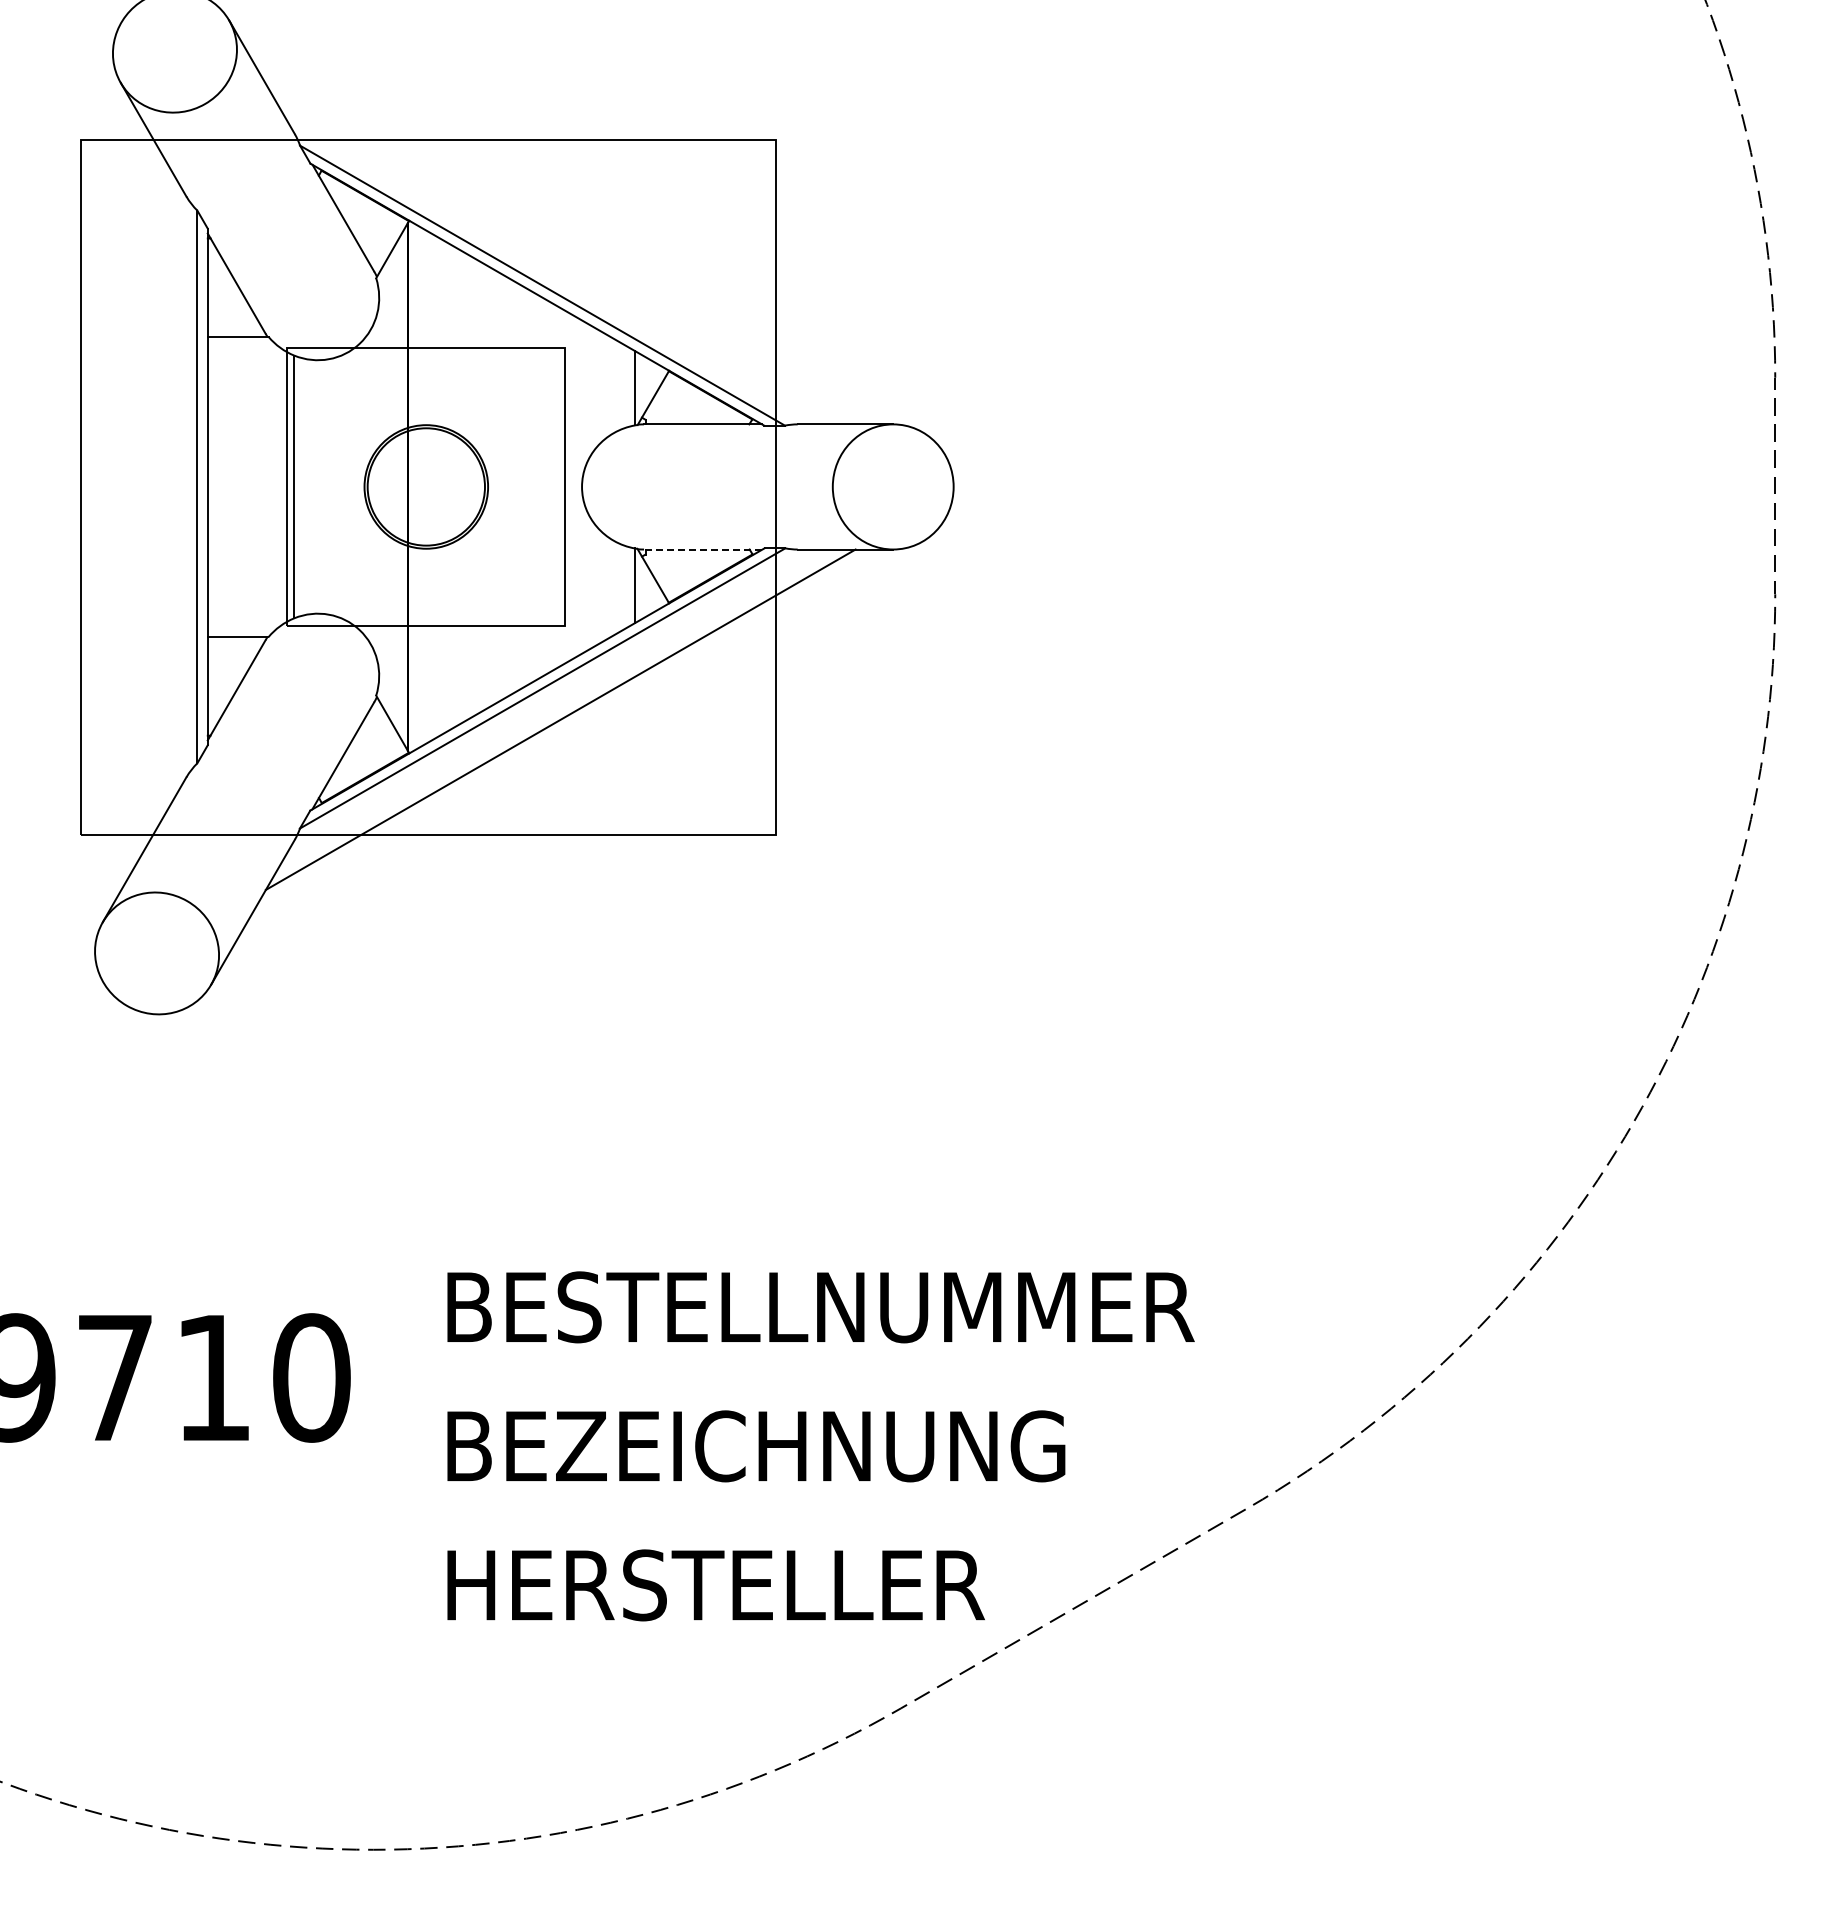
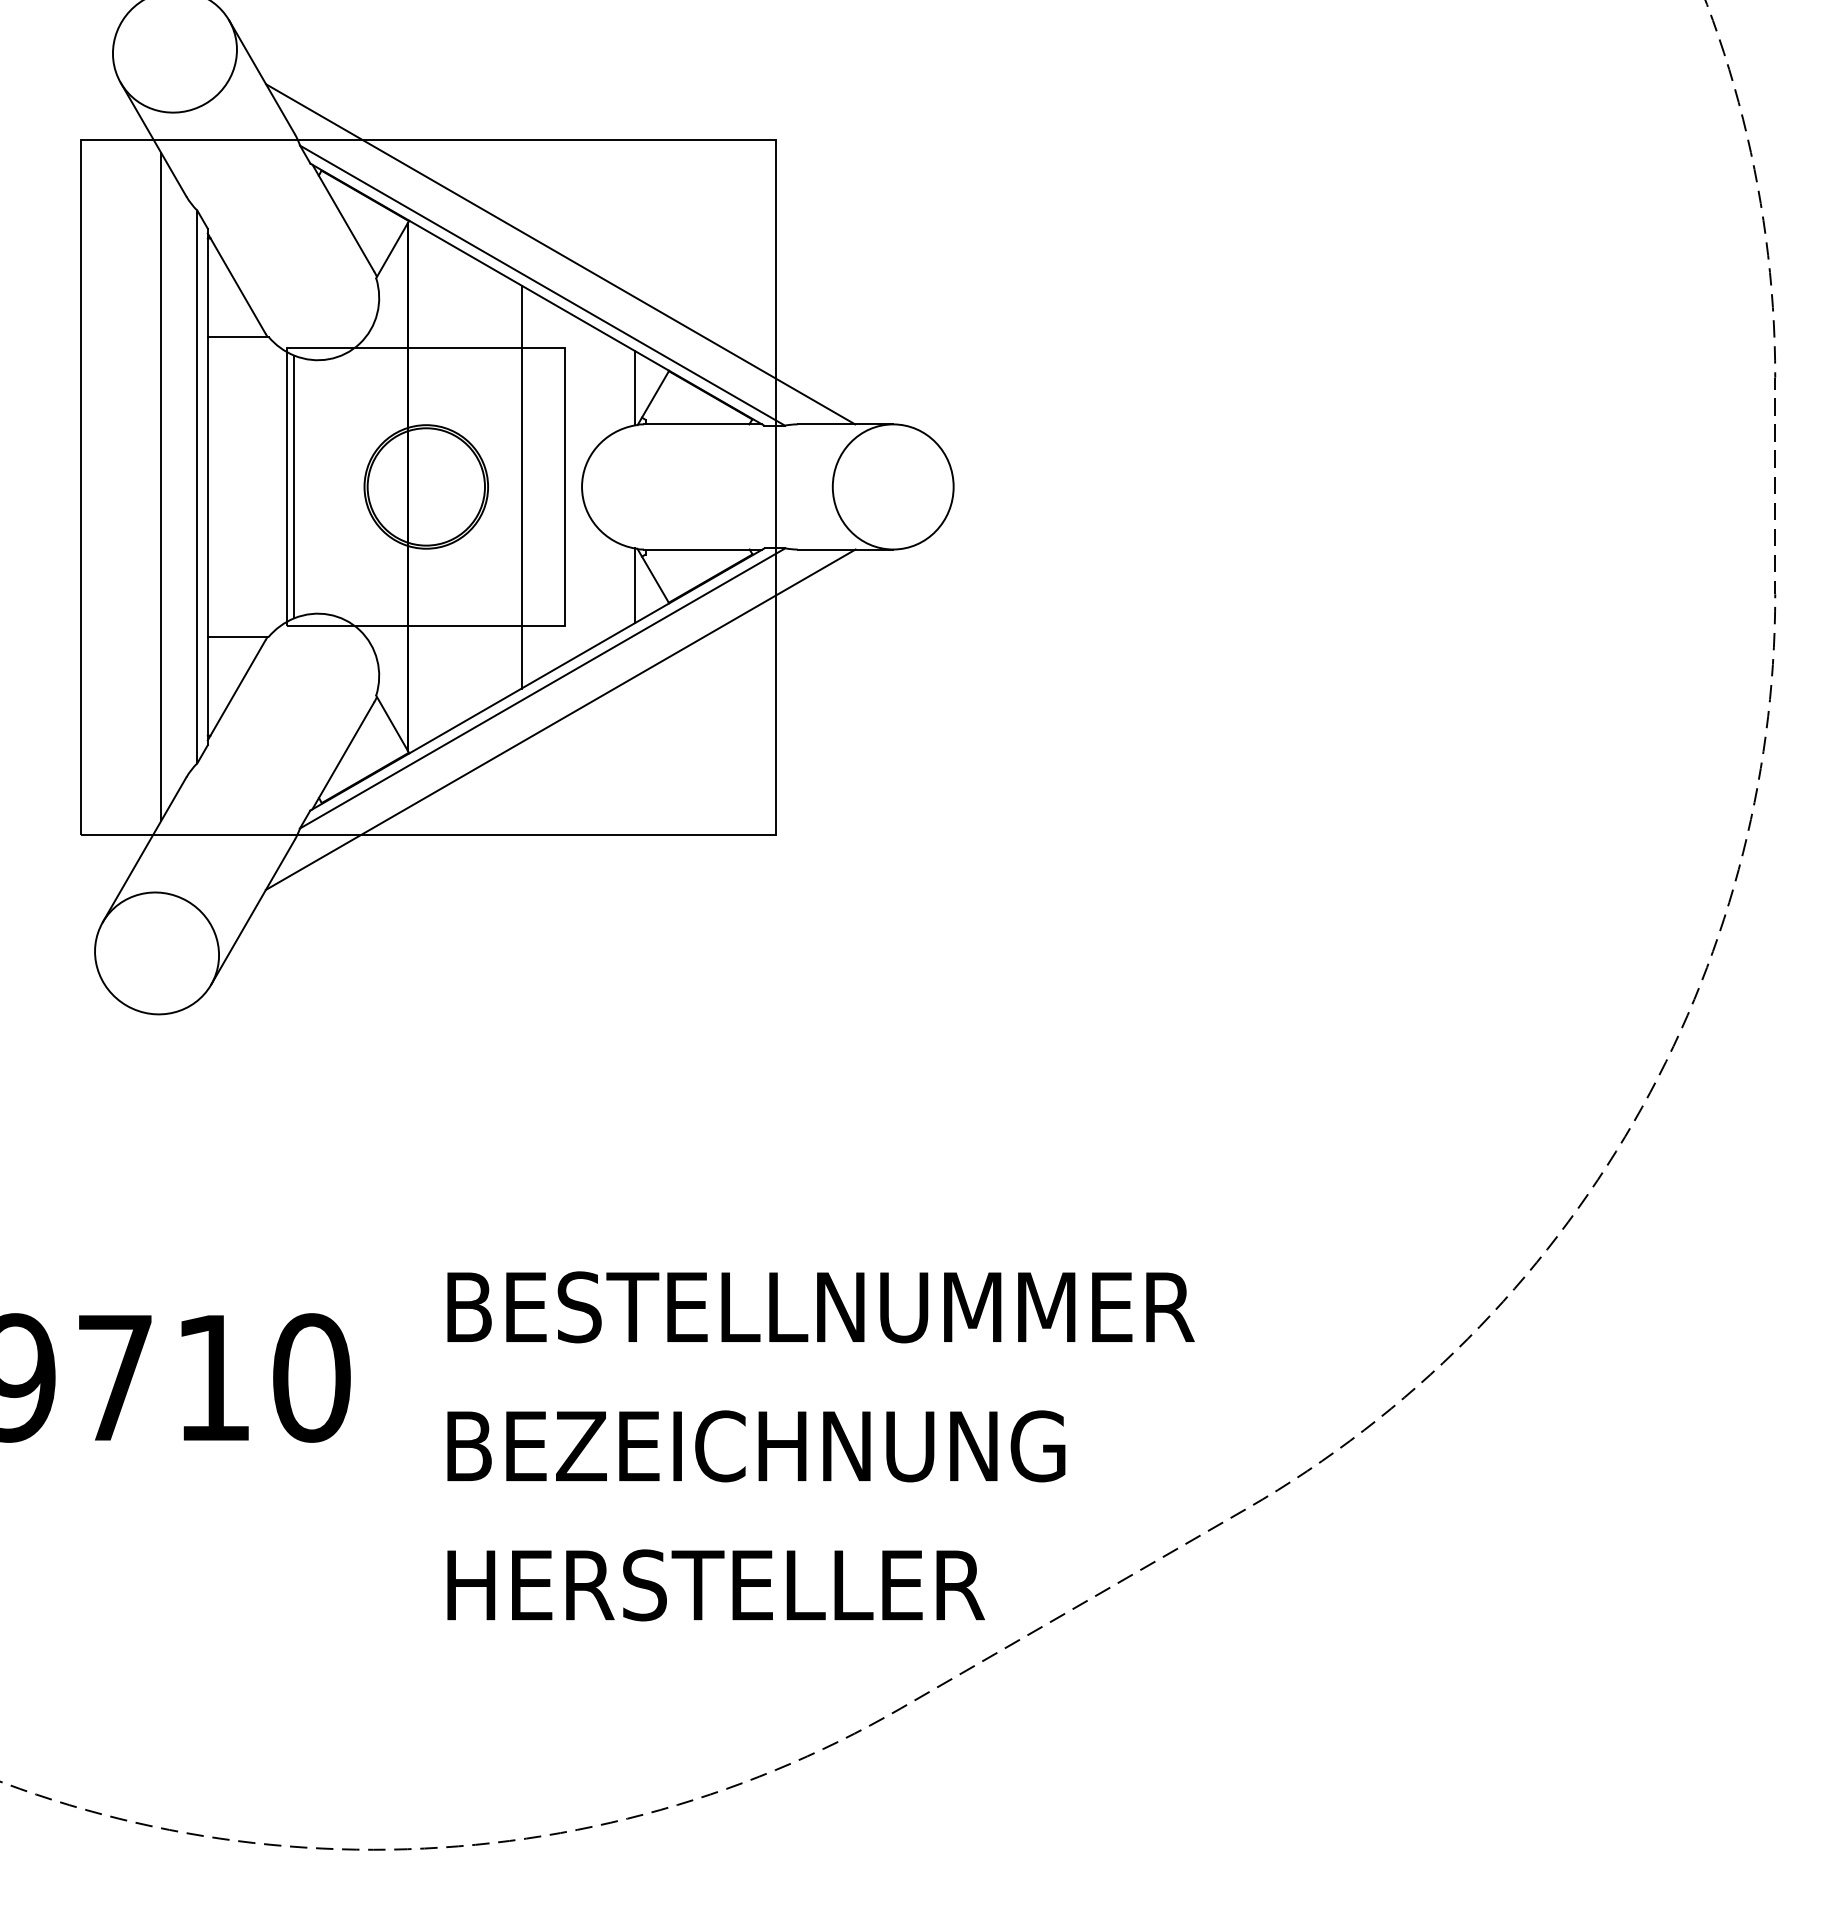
line at (560, 254): none -> present
line at (161, 486): none -> present
line at (521, 486): none -> present
line at (702, 549): dashed -> solid
